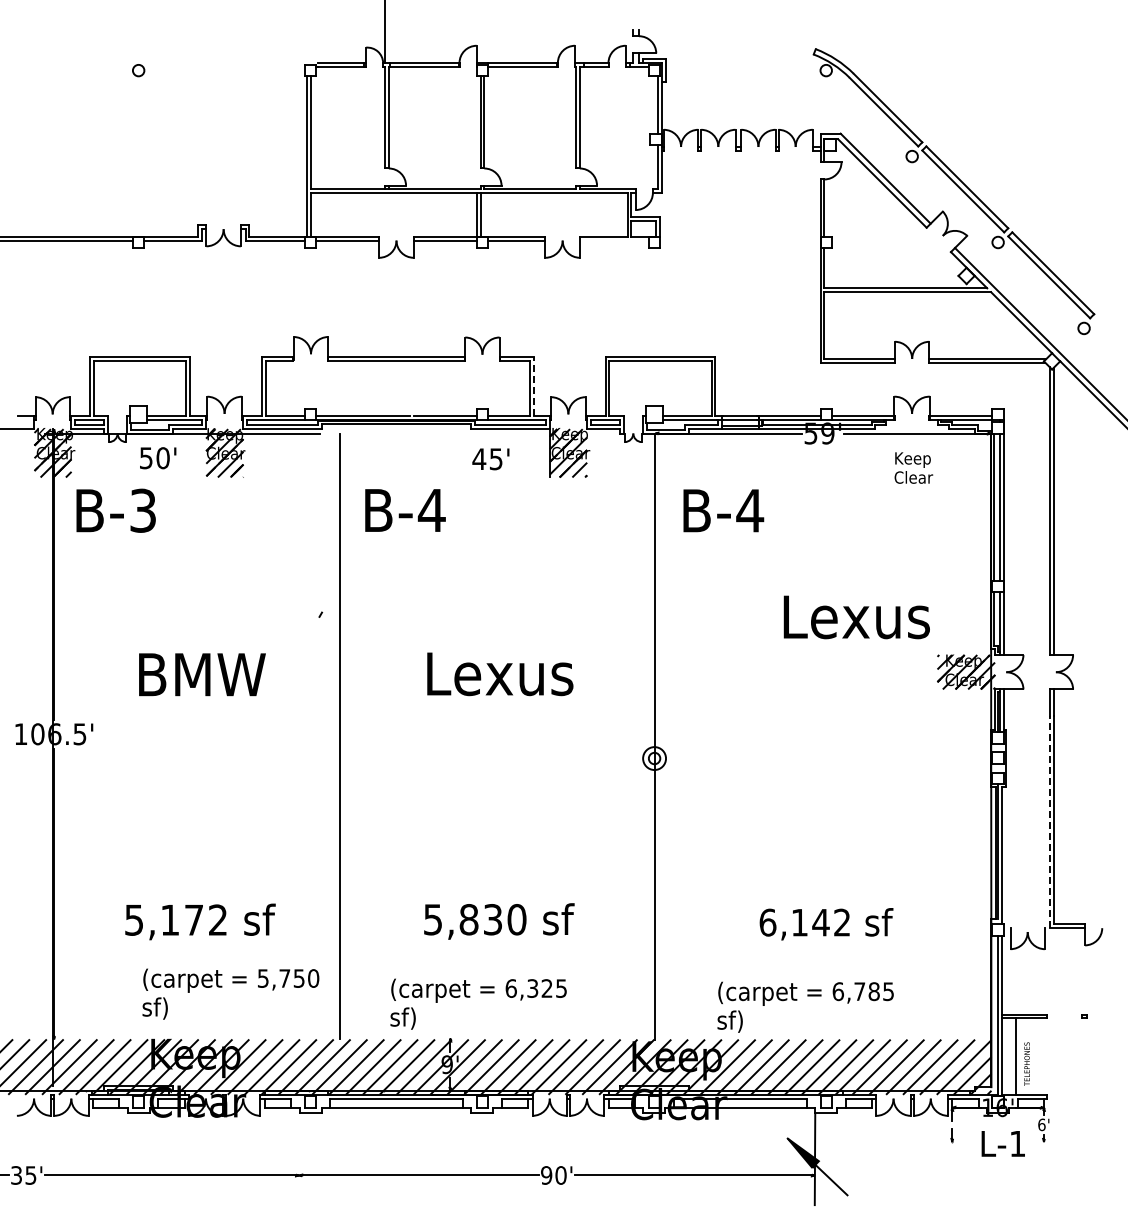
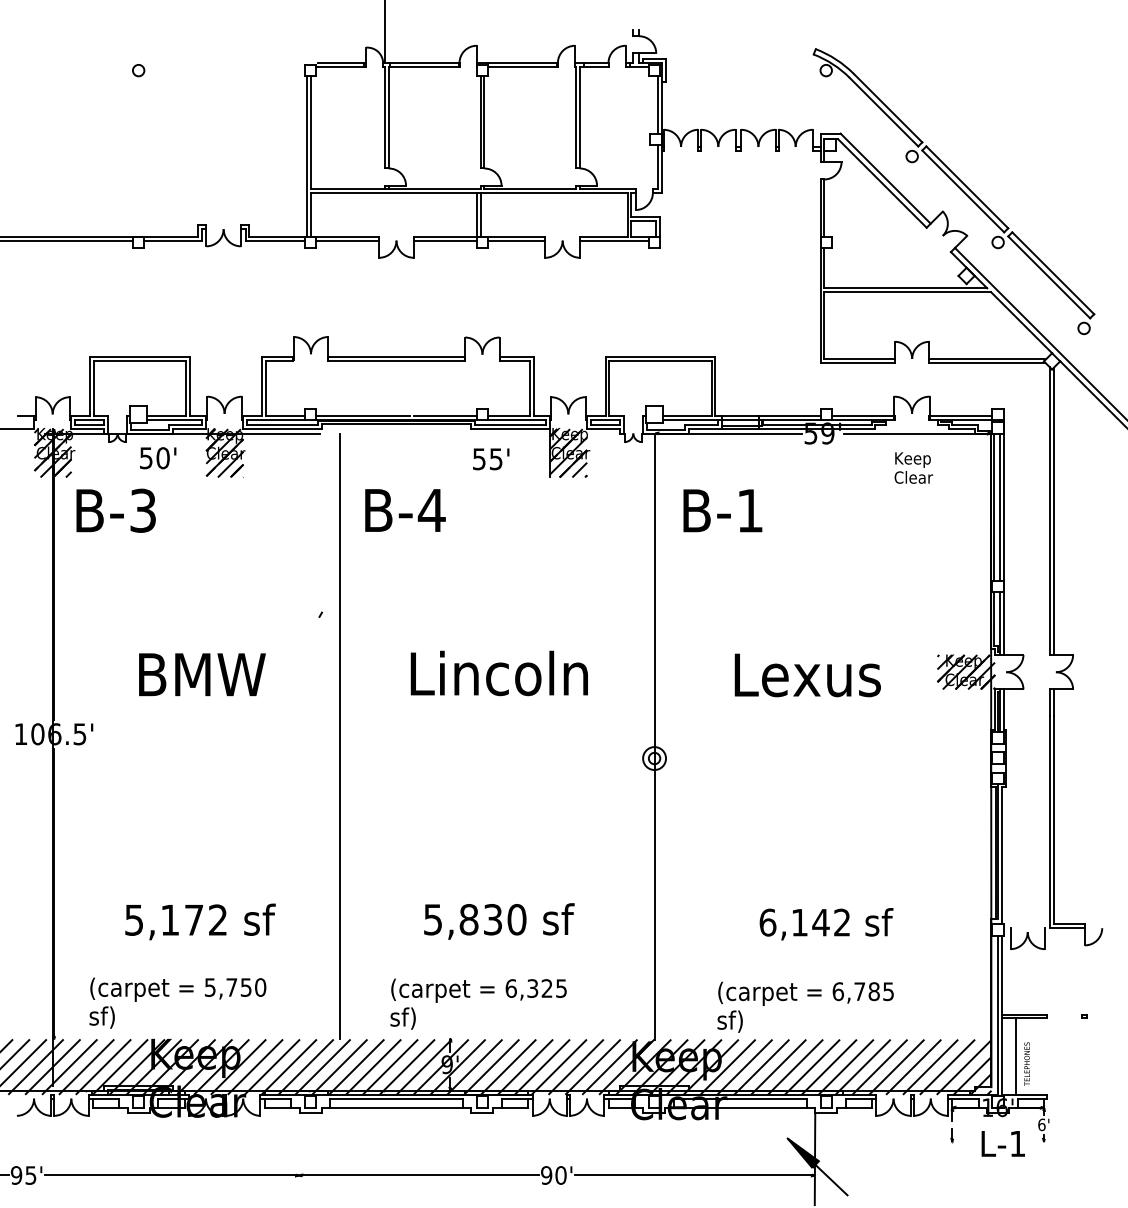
line at (614, 240): none -> present
line at (534, 386): dashed -> solid
text at (479, 459): 45' -> 55'
text at (750, 510): B-4 -> B-1
text at (856, 617) position: (856, 617) -> (807, 675)
text at (498, 673): Lexus -> Lincoln
line at (1049, 821): dashed -> solid
text at (230, 993) position: (230, 993) -> (177, 1002)
text at (16, 1175): 35' -> 95'
